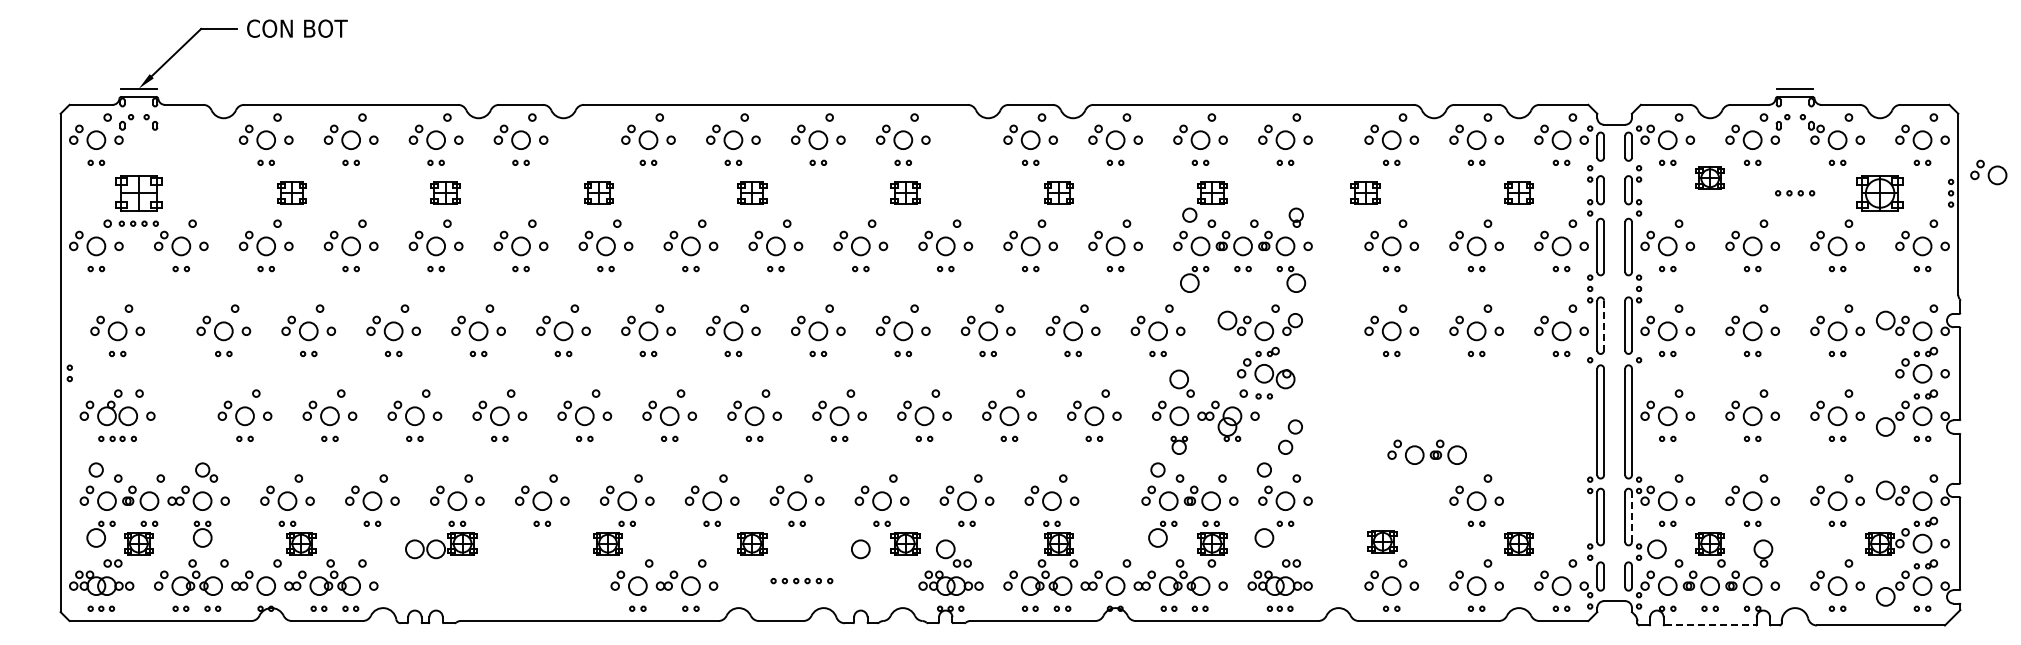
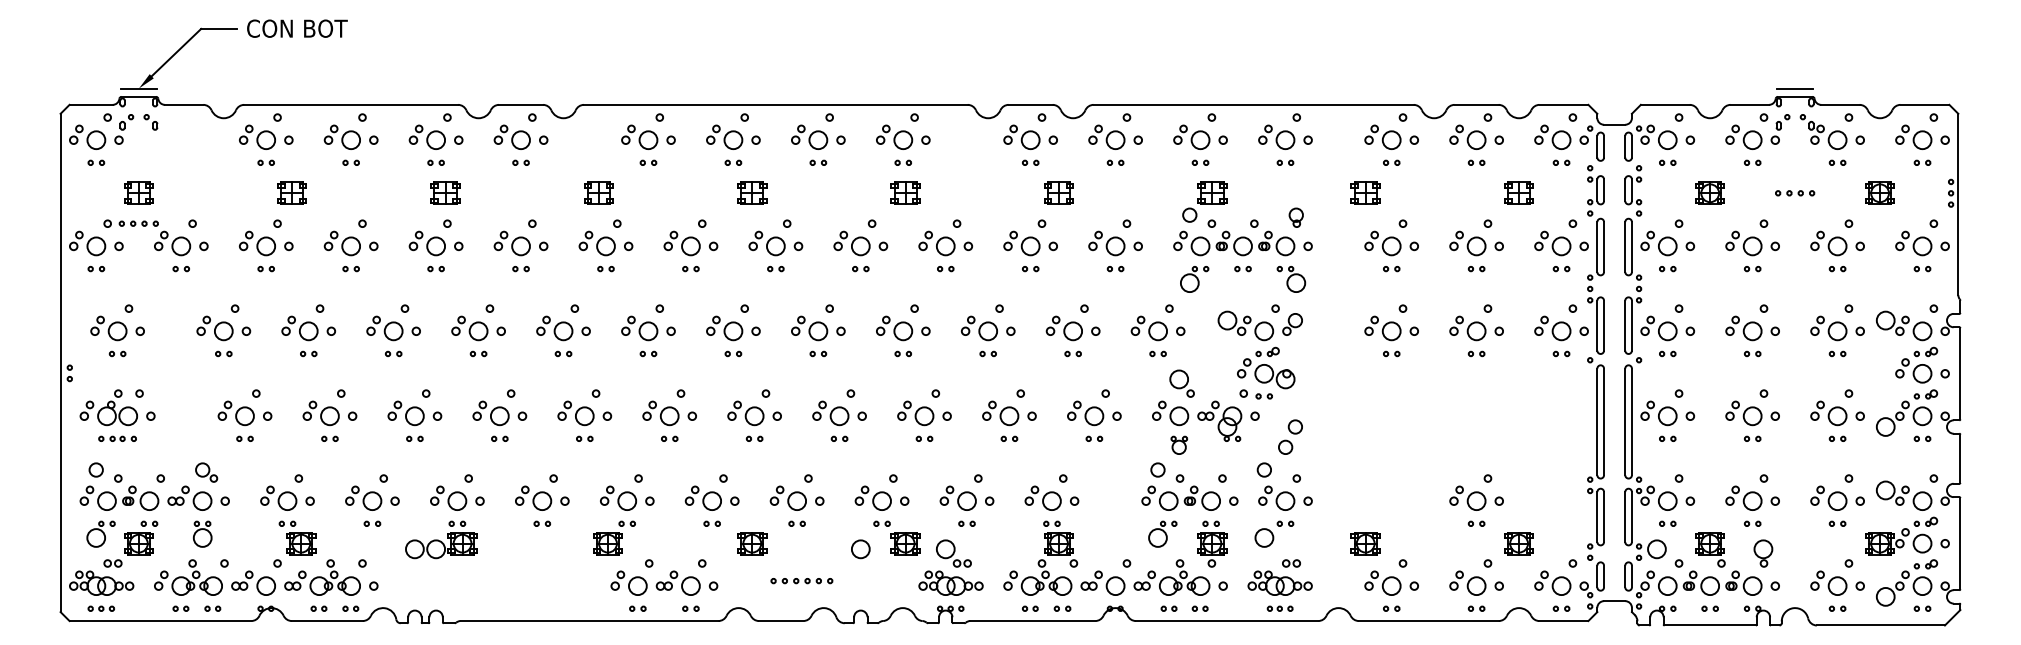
part at (1988, 172): present -> none
part at (1709, 177) position: (1709, 177) -> (1709, 192)
part at (138, 193) size: 48x37 px -> 30x24 px
part at (1879, 193) size: 48x37 px -> 30x24 px
line at (1604, 325): dashed -> solid
part at (1426, 451): present -> none
line at (1631, 517): dashed -> solid
part at (1382, 541) position: (1382, 541) -> (1365, 543)
line at (1710, 625): dashed -> solid
